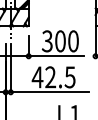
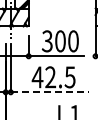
line at (50, 92): solid -> dashed
